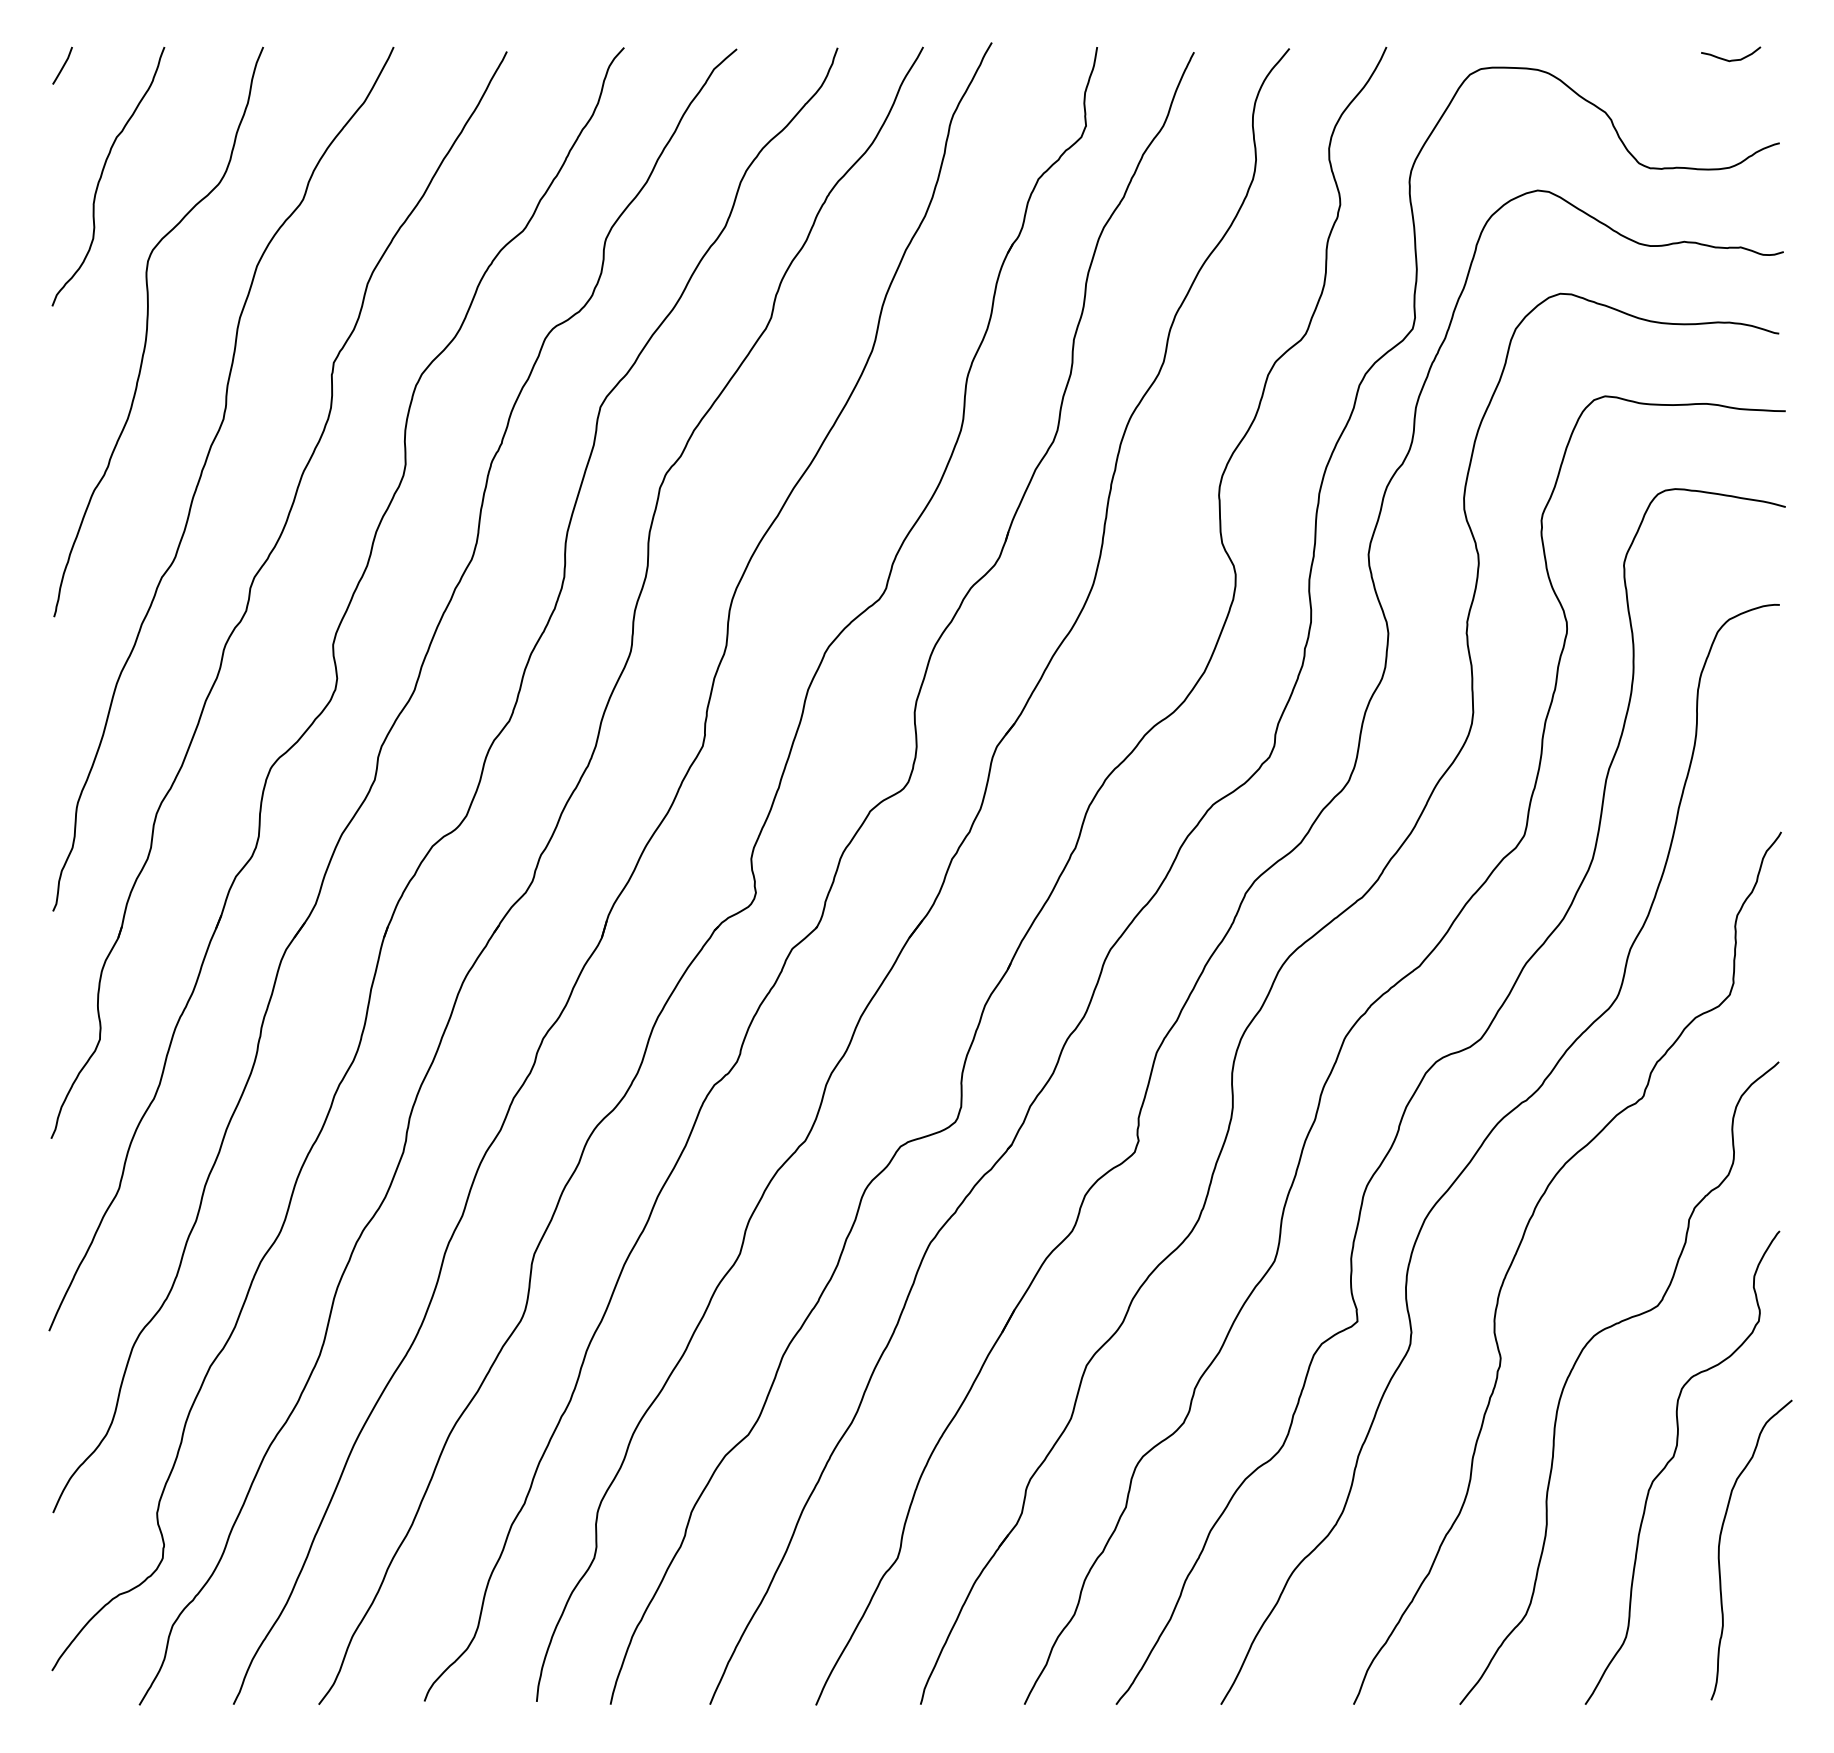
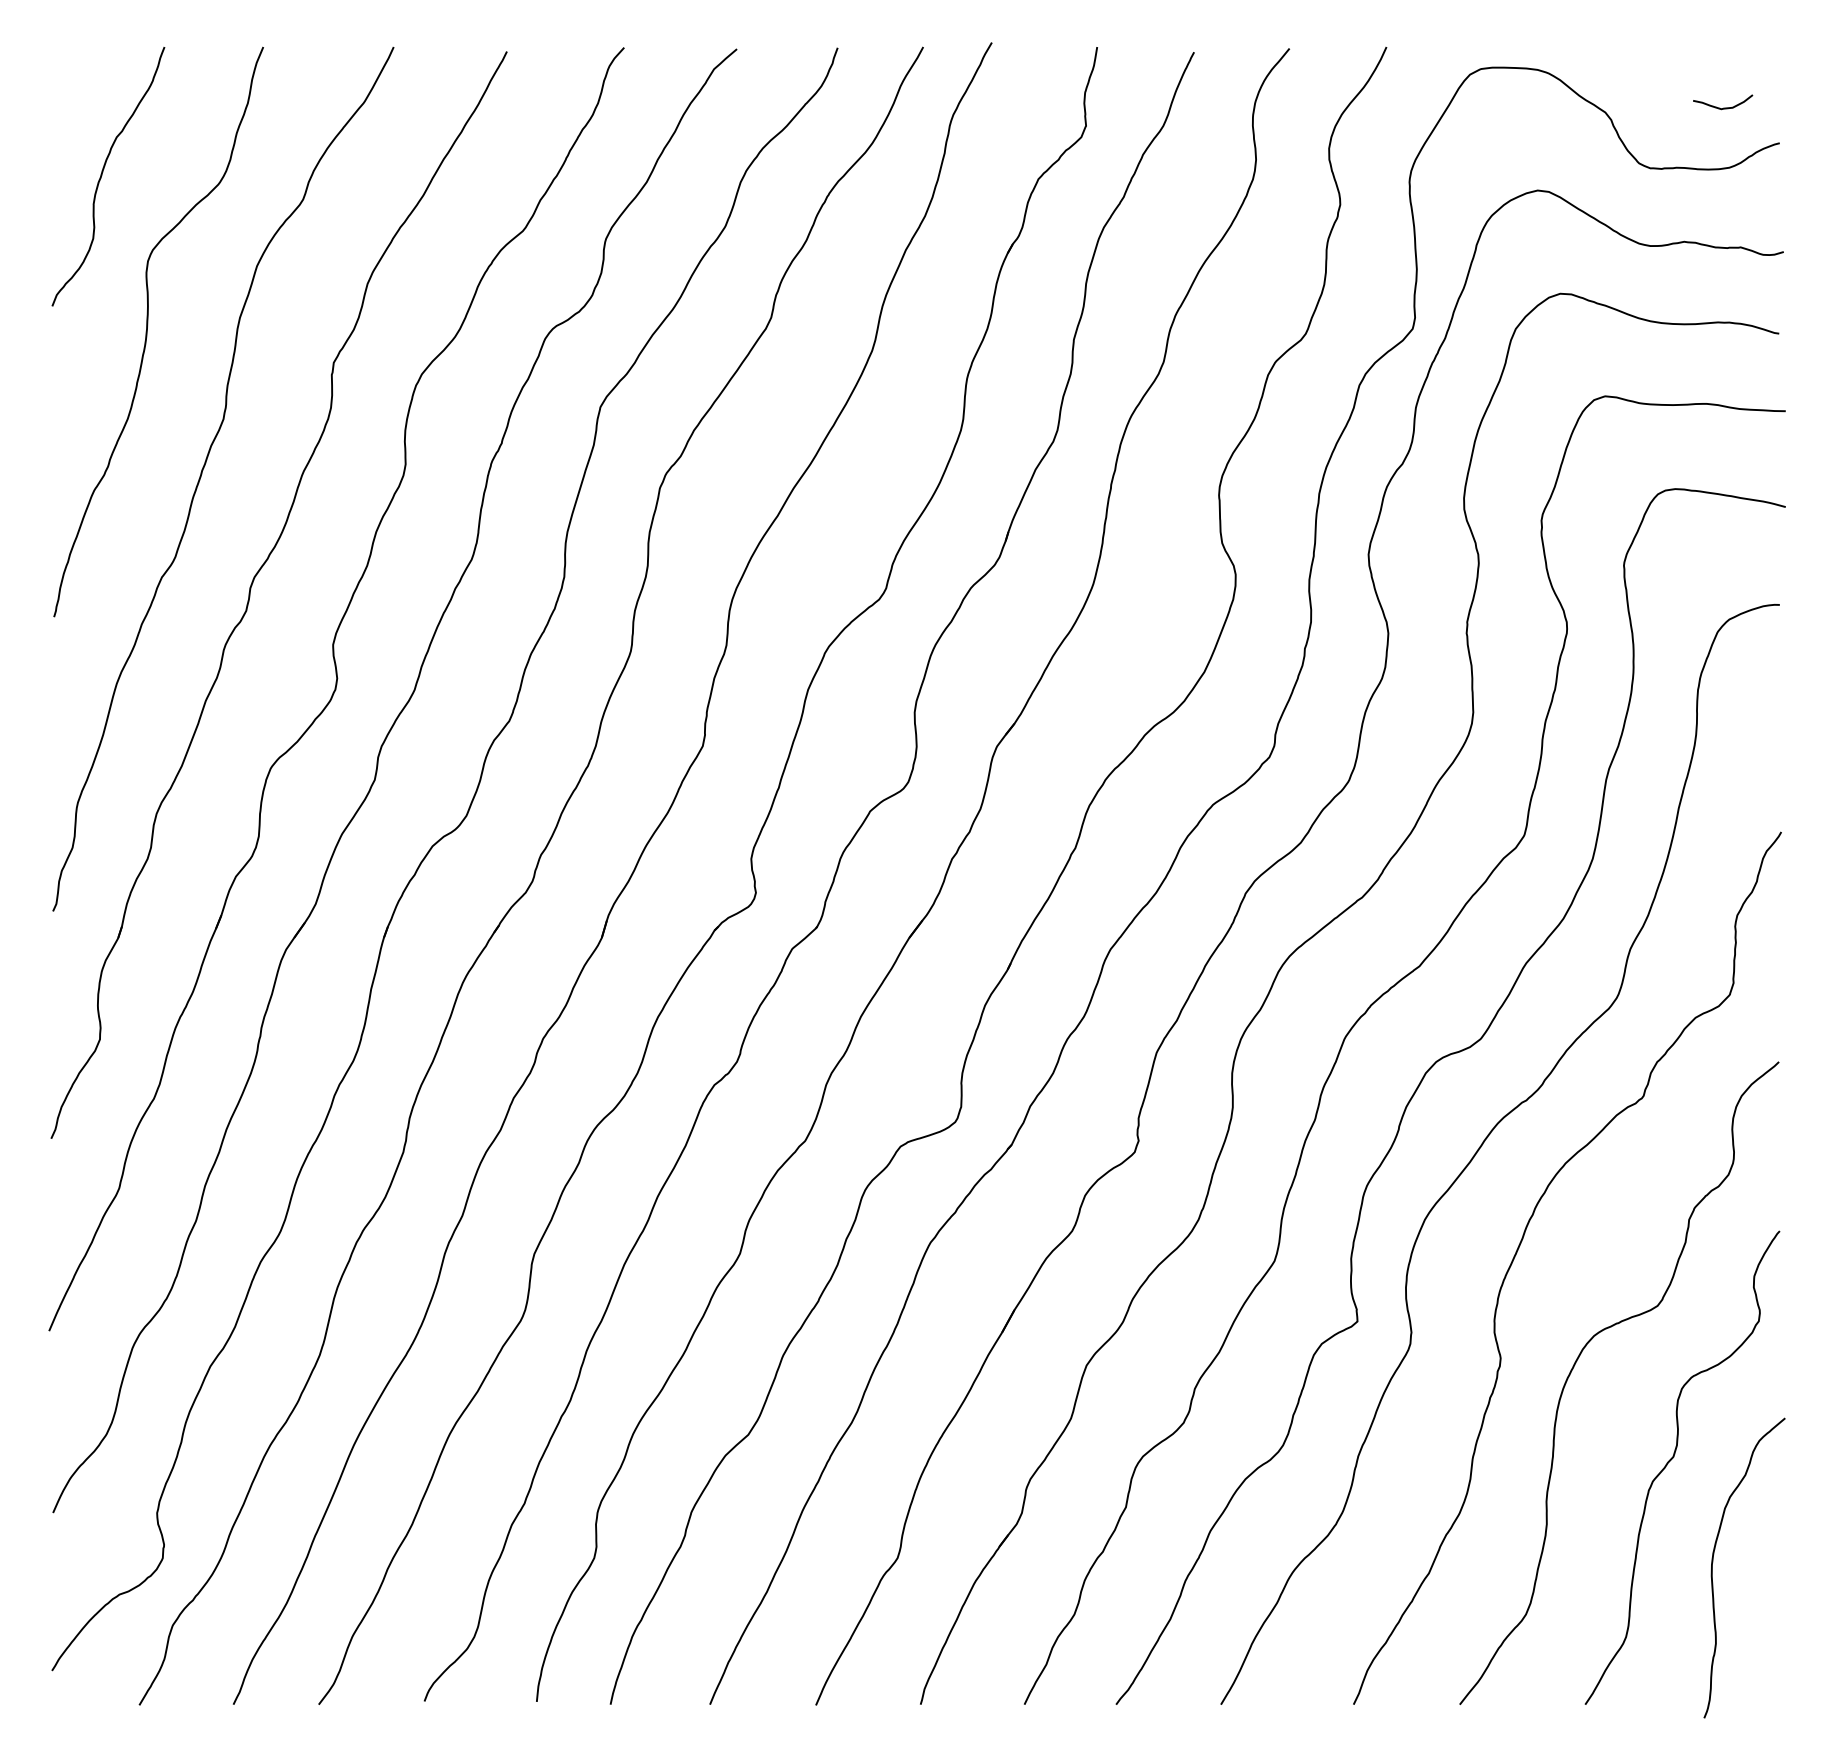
curve at (1731, 59) position: (1731, 59) -> (1723, 107)
line at (62, 65): present -> none
curve at (1720, 1544) position: (1720, 1544) -> (1713, 1562)
